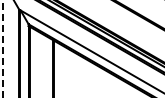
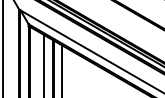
line at (2, 48): dashed -> solid
line at (43, 64): none -> present
line at (62, 69): none -> present
